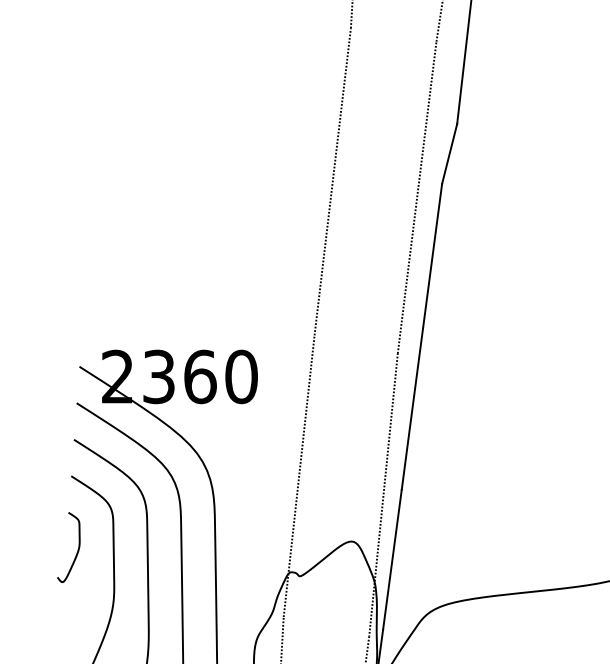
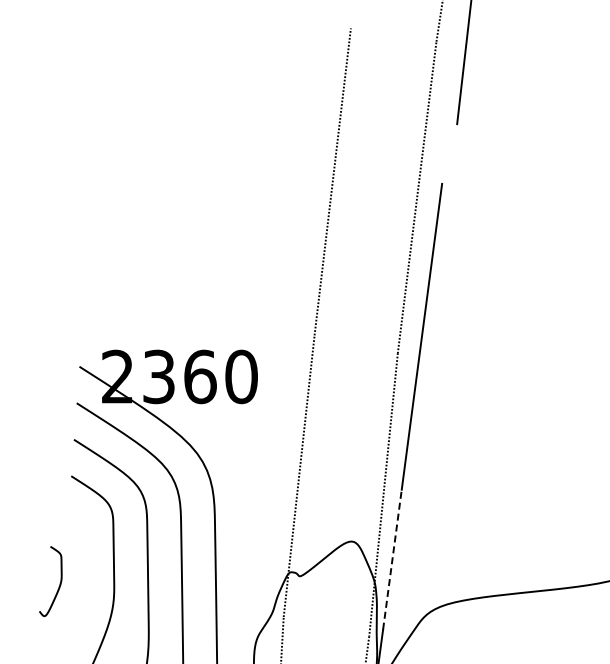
line at (351, 15): present -> none
line at (449, 153): present -> none
curve at (77, 549) position: (77, 549) -> (59, 583)
line at (392, 559): solid -> dashed
